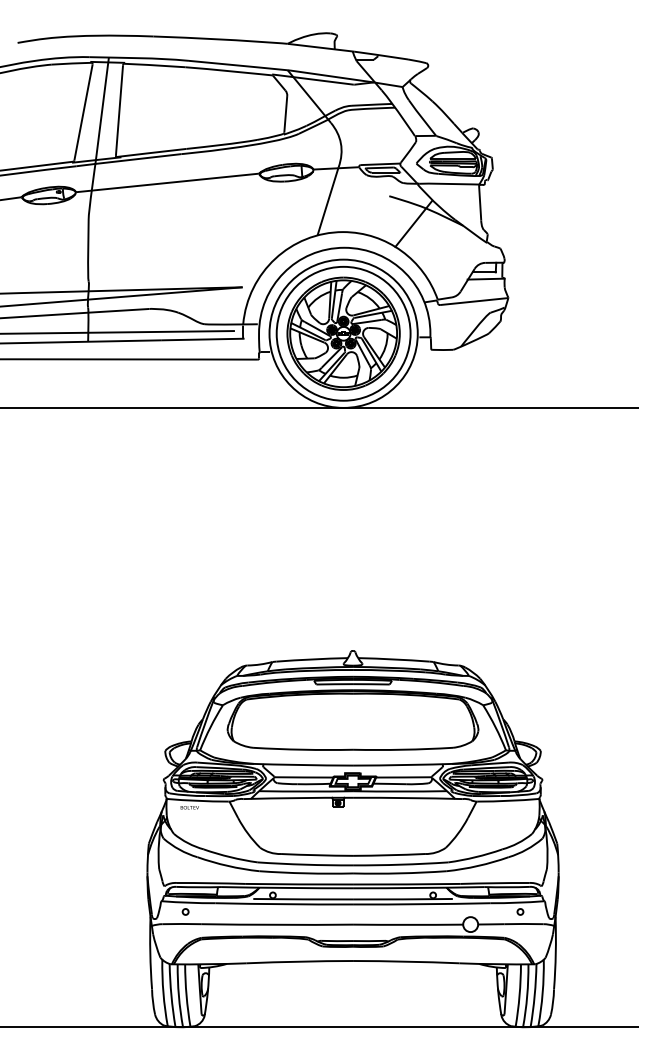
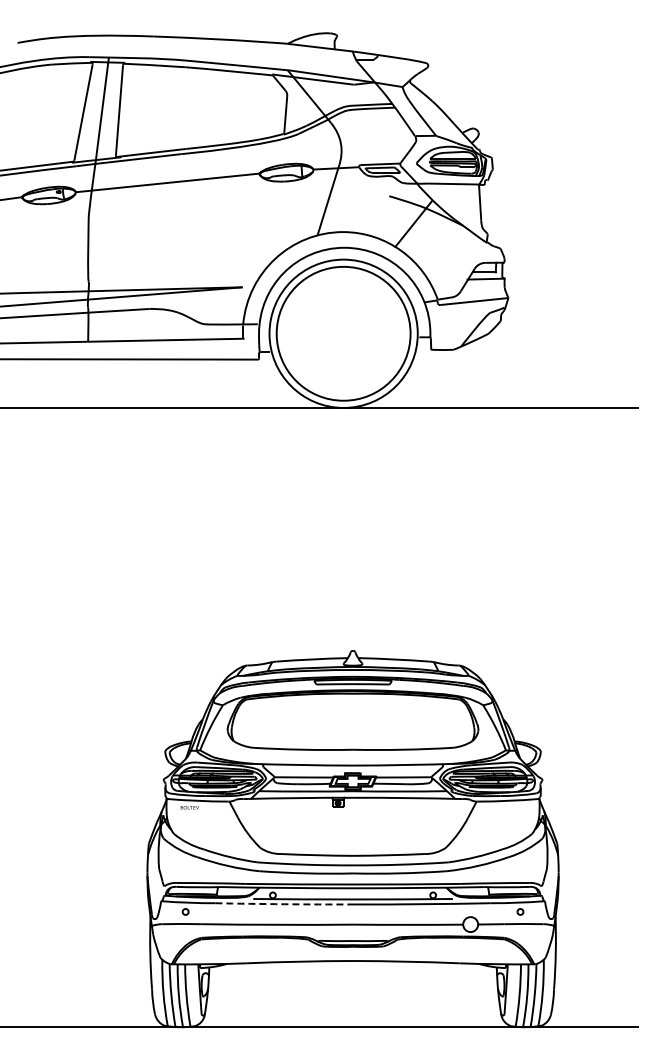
line at (117, 332): present -> none
part at (343, 333): present -> none
arc at (284, 904): solid -> dashed
